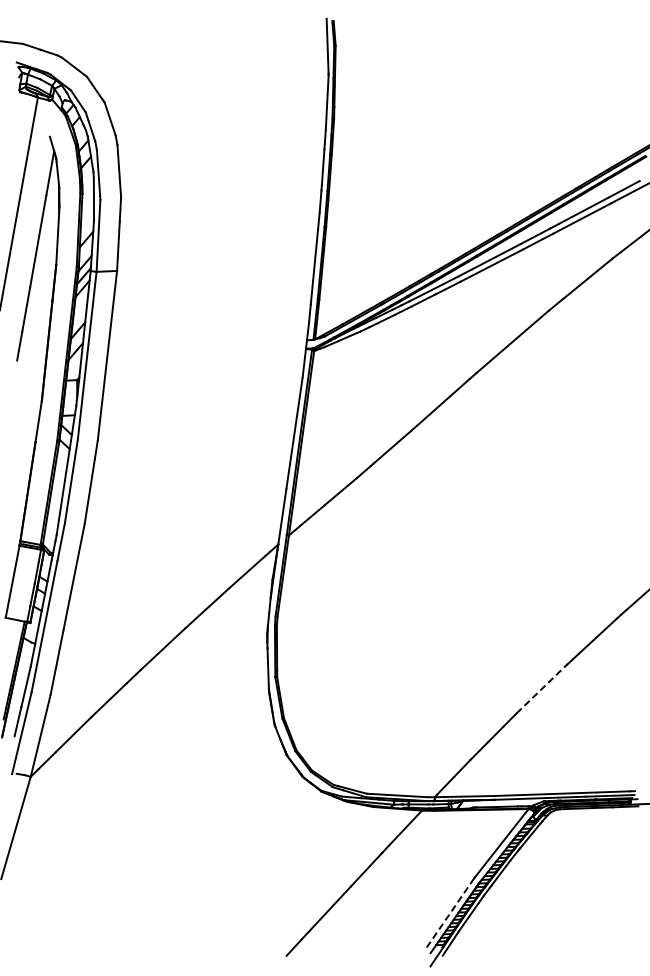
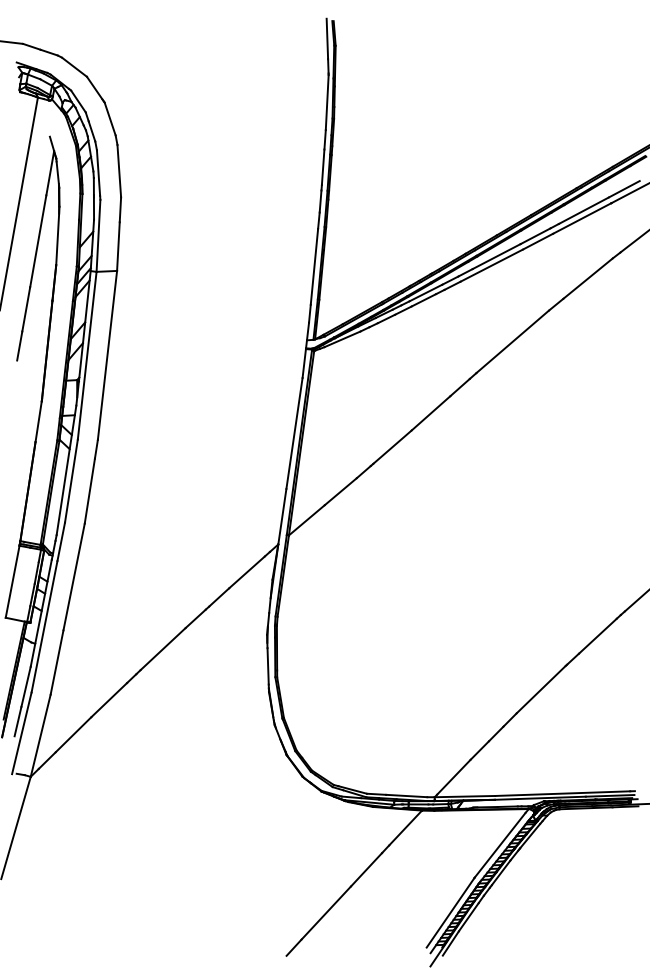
line at (541, 689): dashed -> solid
line at (450, 912): dashed -> solid
